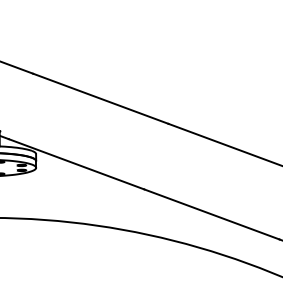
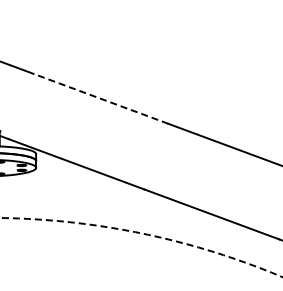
line at (100, 98): solid -> dashed
arc at (143, 233): solid -> dashed
